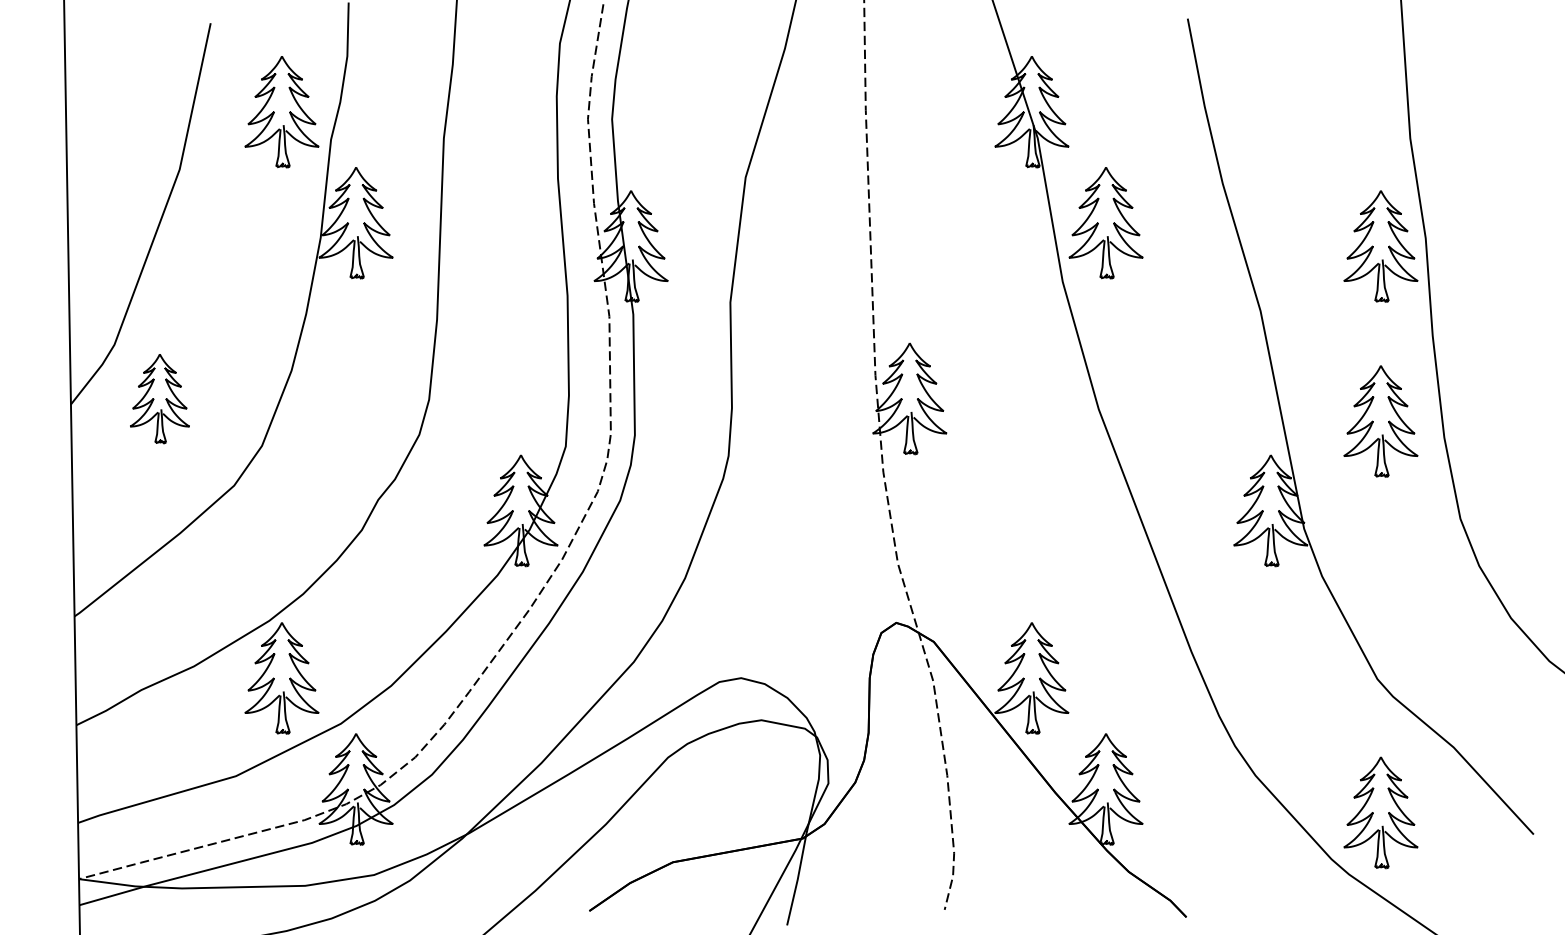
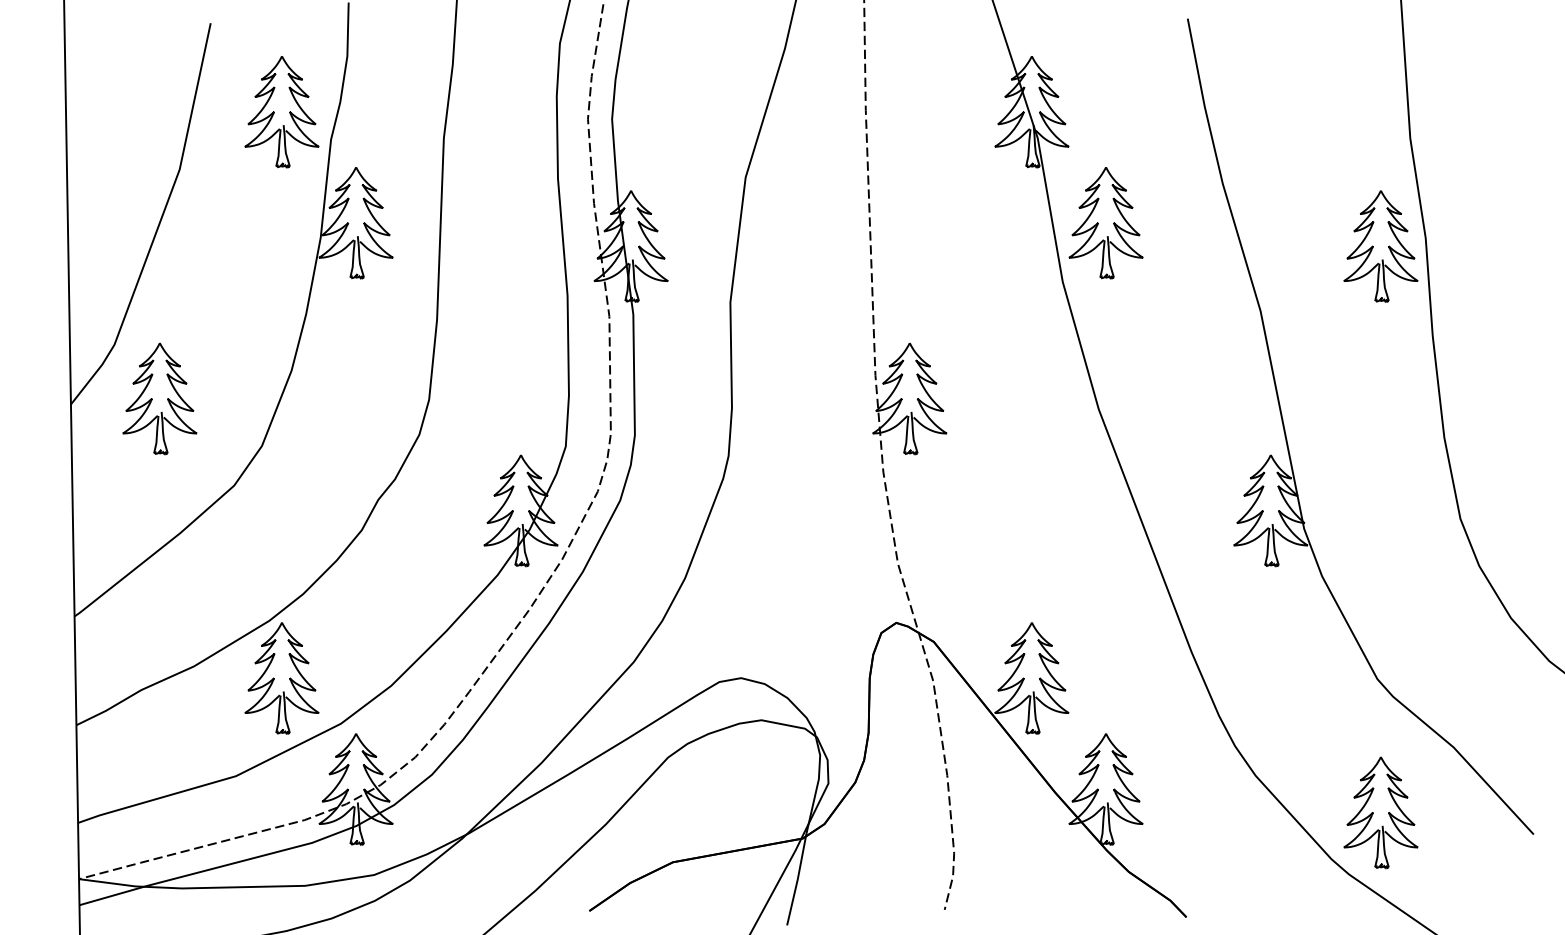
part at (159, 399) size: 60x91 px -> 76x114 px
part at (1380, 421): present -> none
